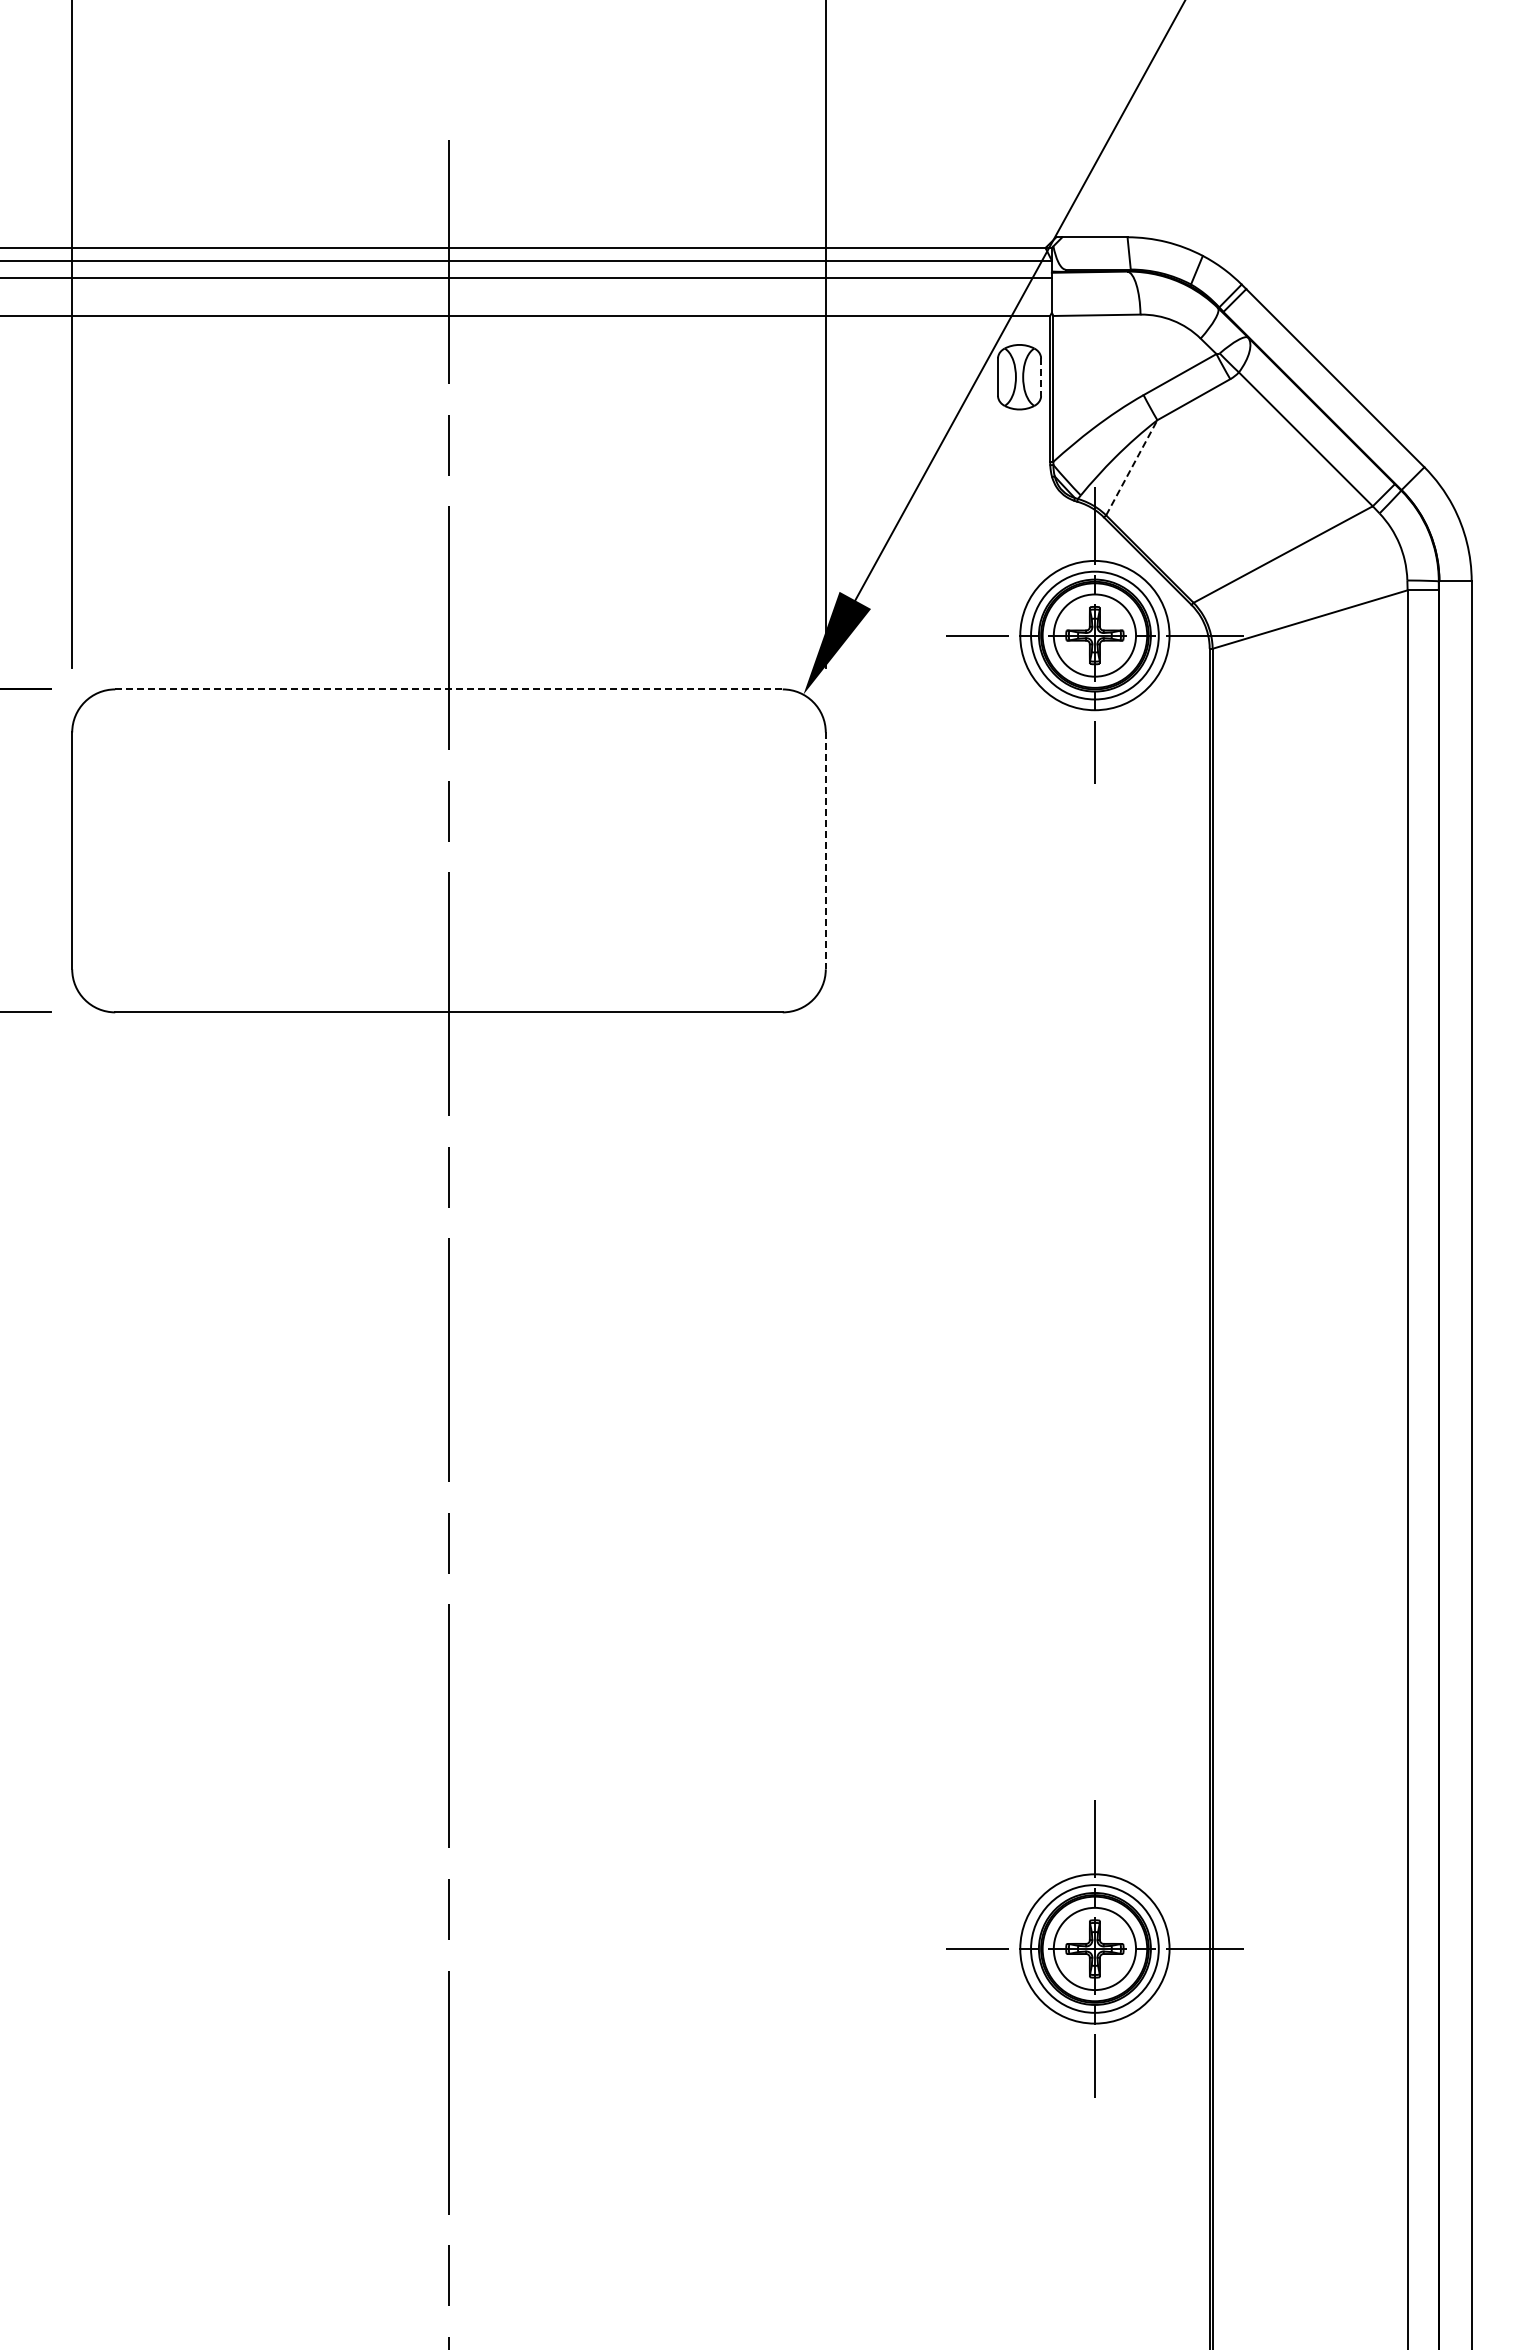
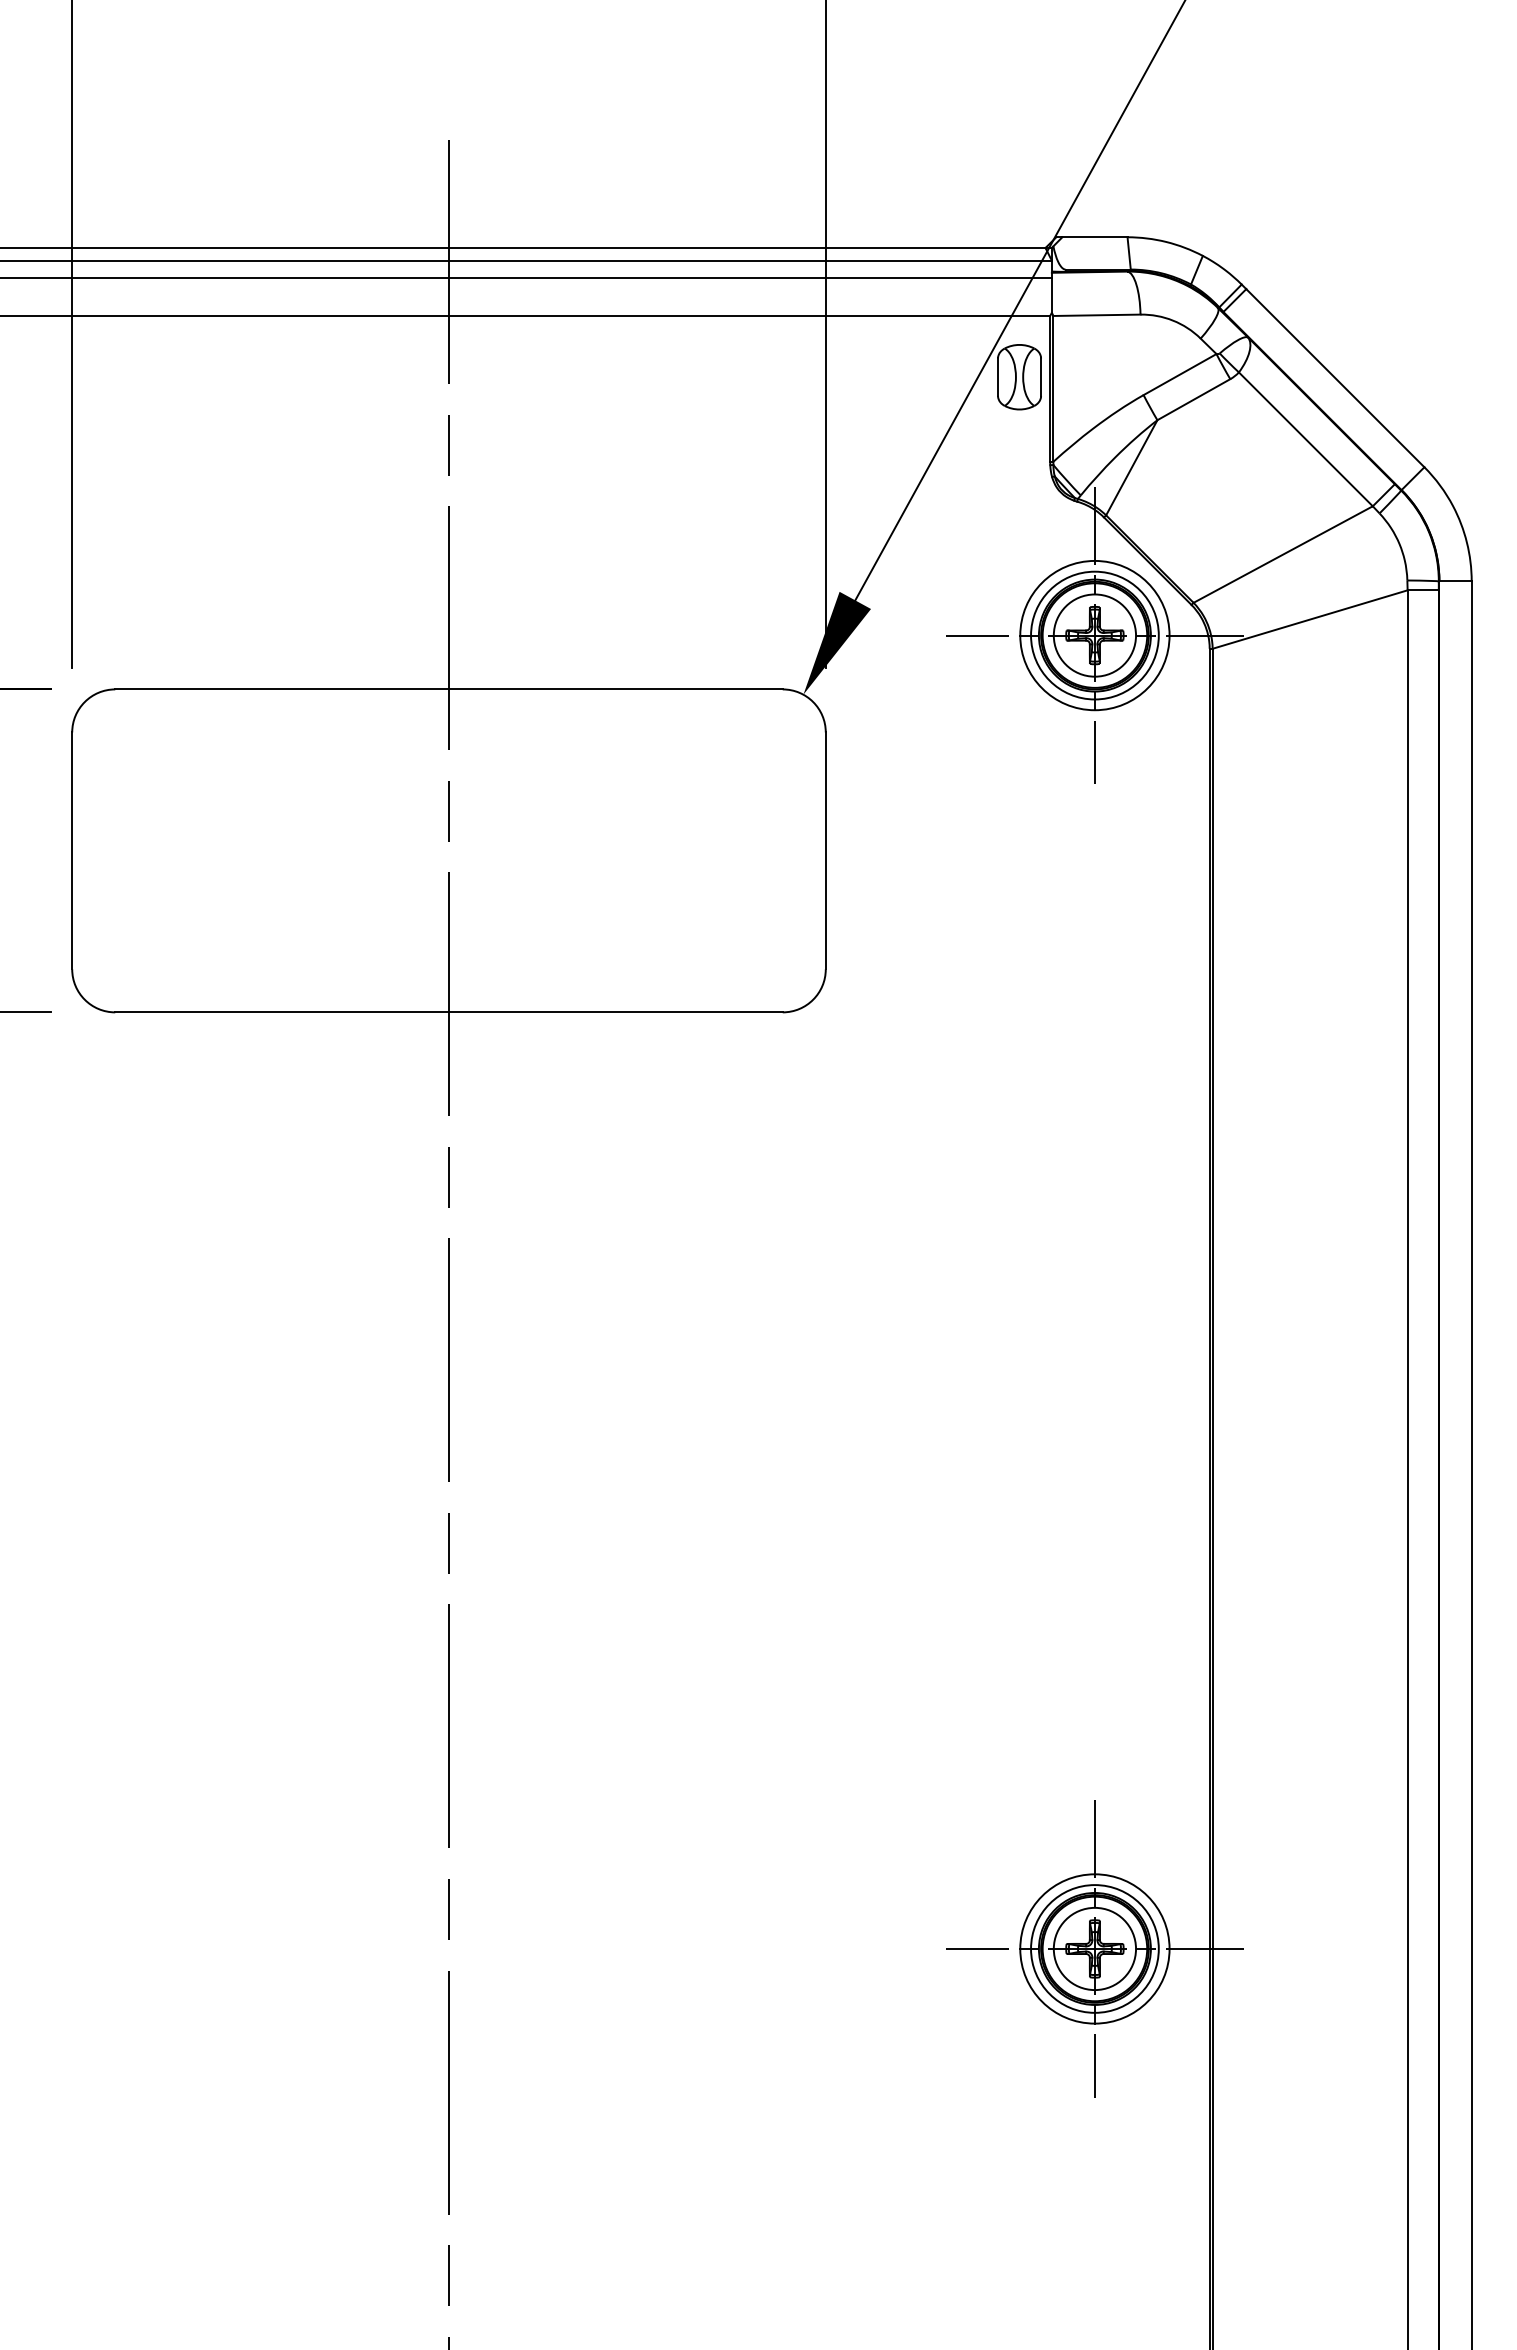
line at (1041, 377): dashed -> solid
line at (1132, 467): dashed -> solid
line at (449, 689): dashed -> solid
line at (825, 851): dashed -> solid
